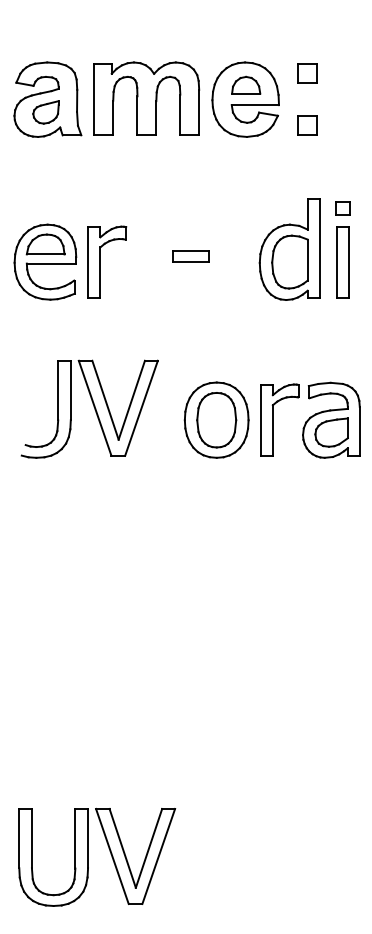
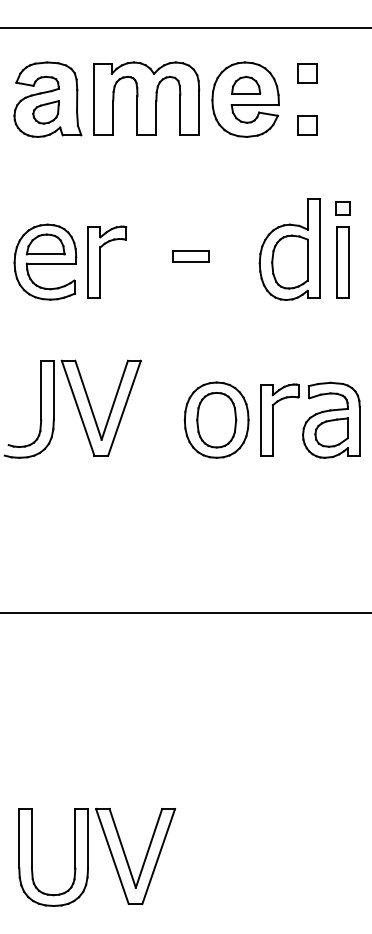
line at (185, 28): none -> present
part at (89, 408) position: (89, 408) -> (72, 408)
line at (185, 613): none -> present
